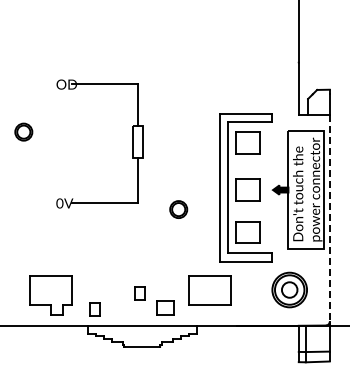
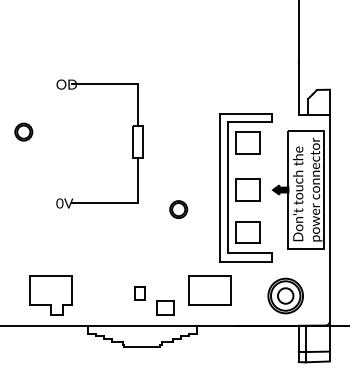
line at (329, 218): dashed -> solid
part at (289, 289) position: (289, 289) -> (285, 295)
part at (94, 309): present -> none
